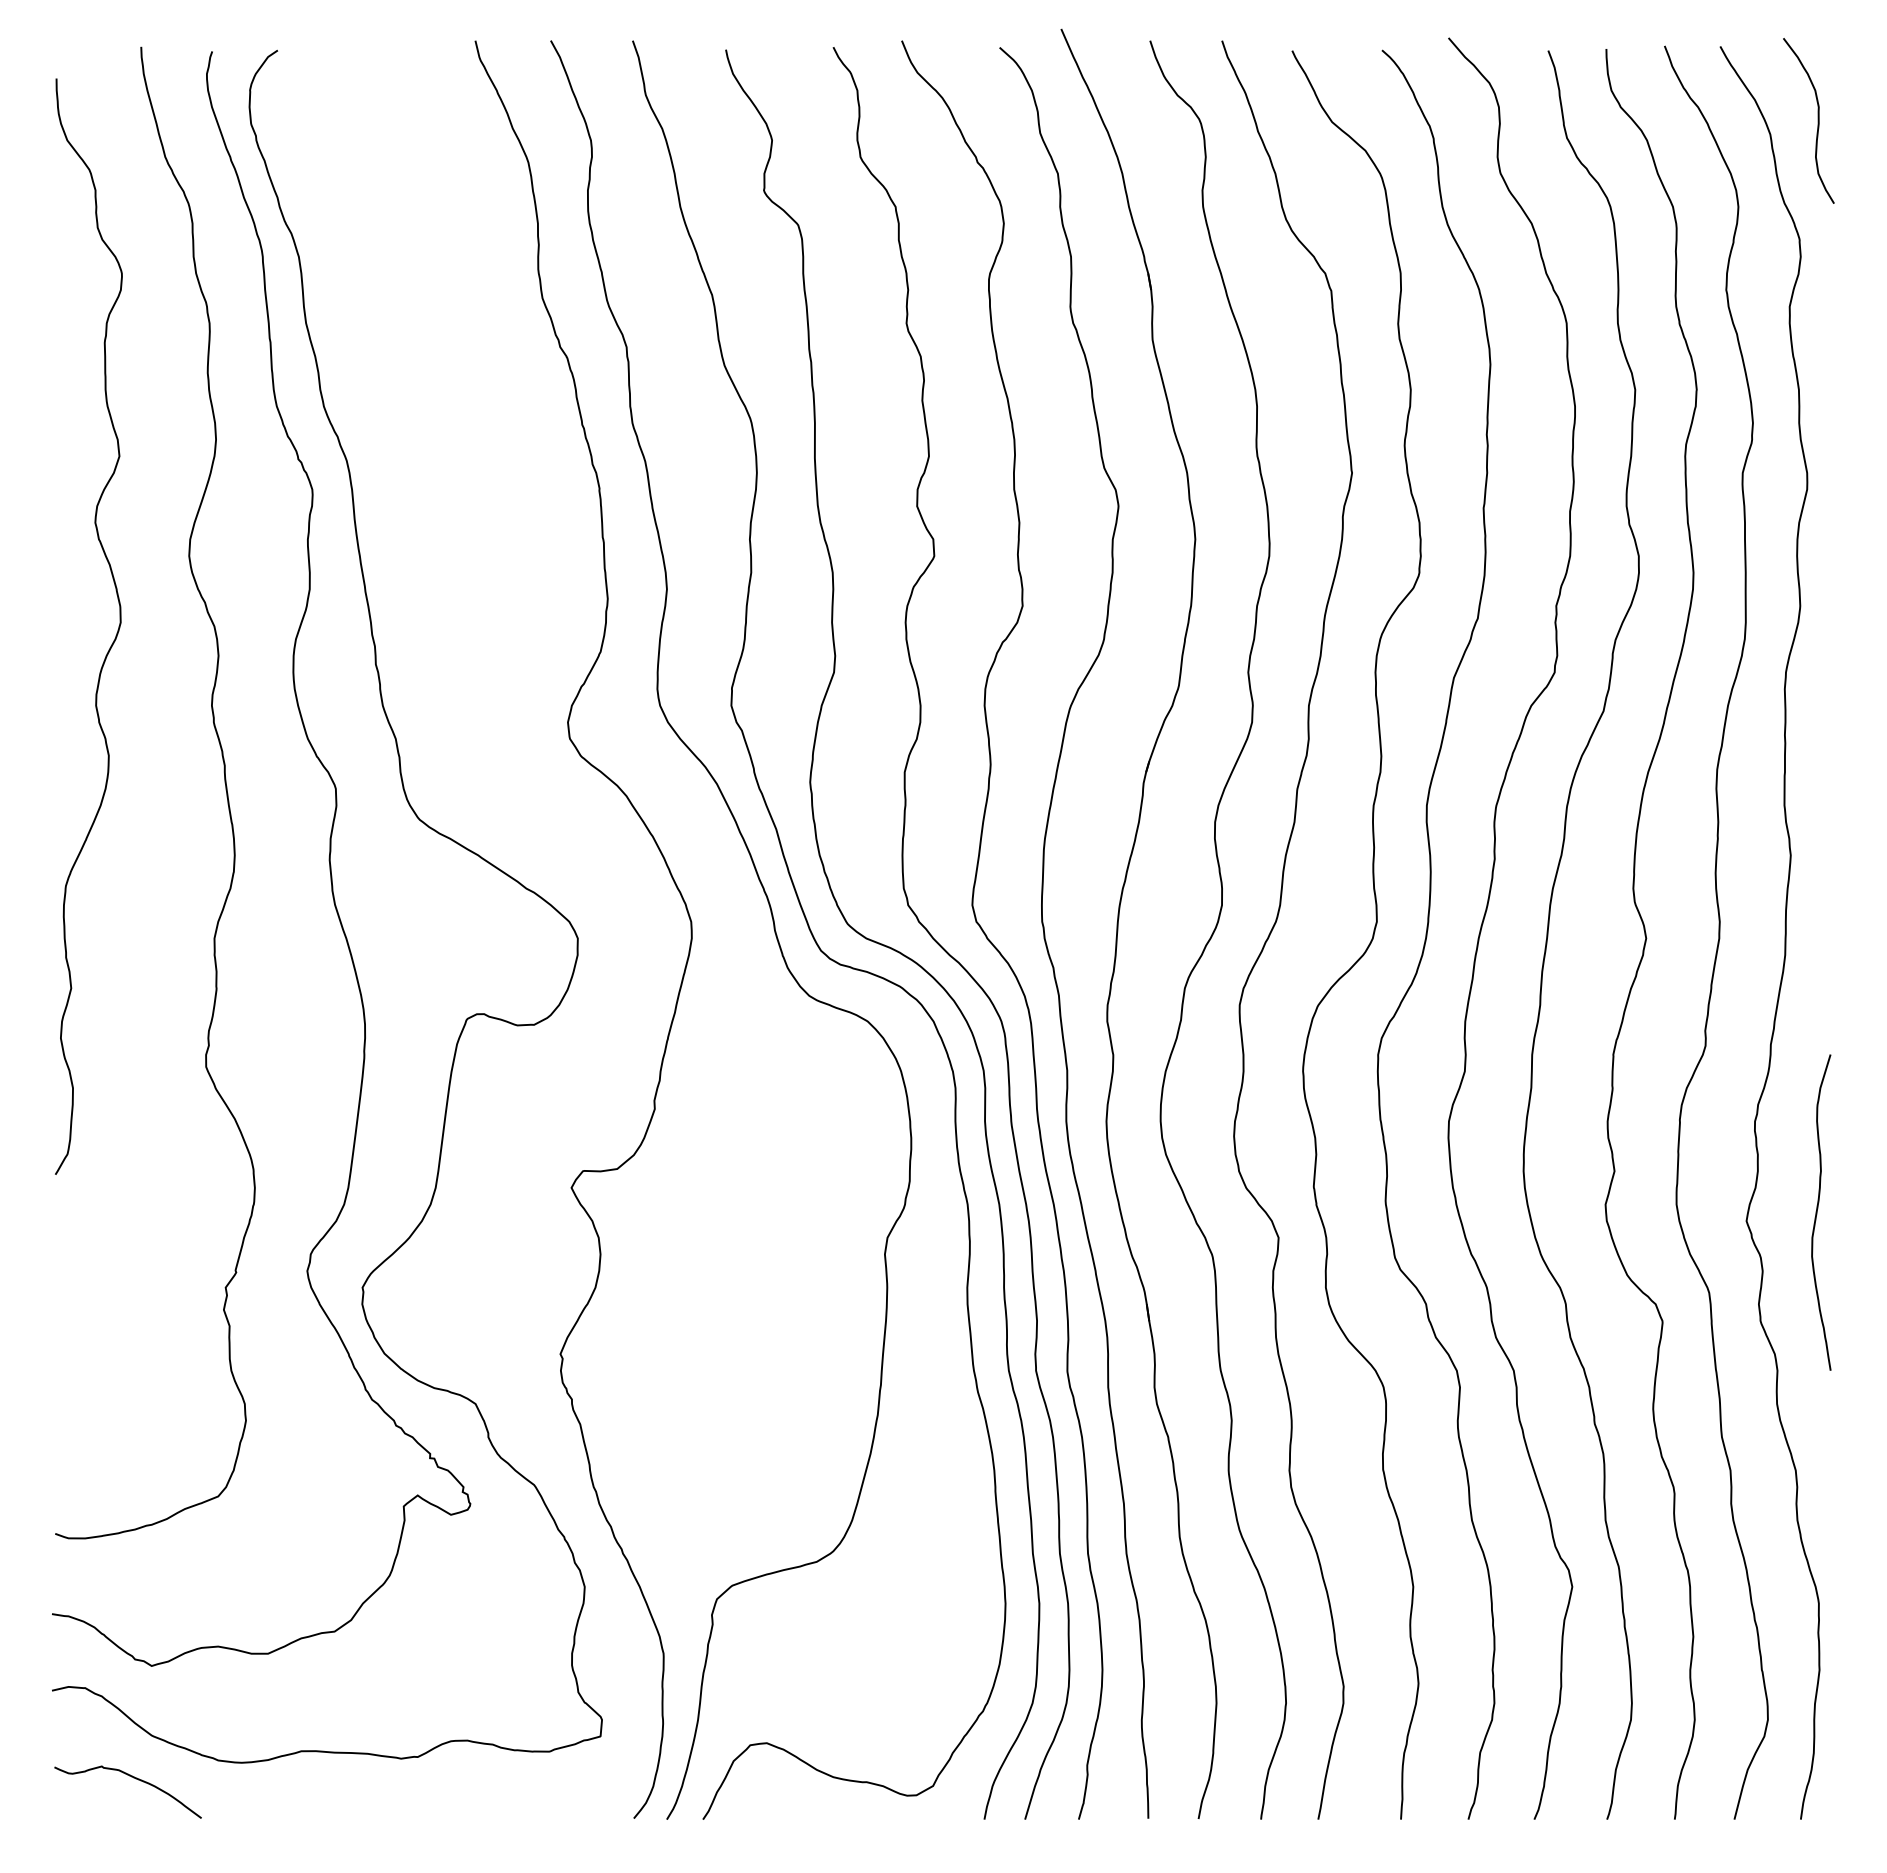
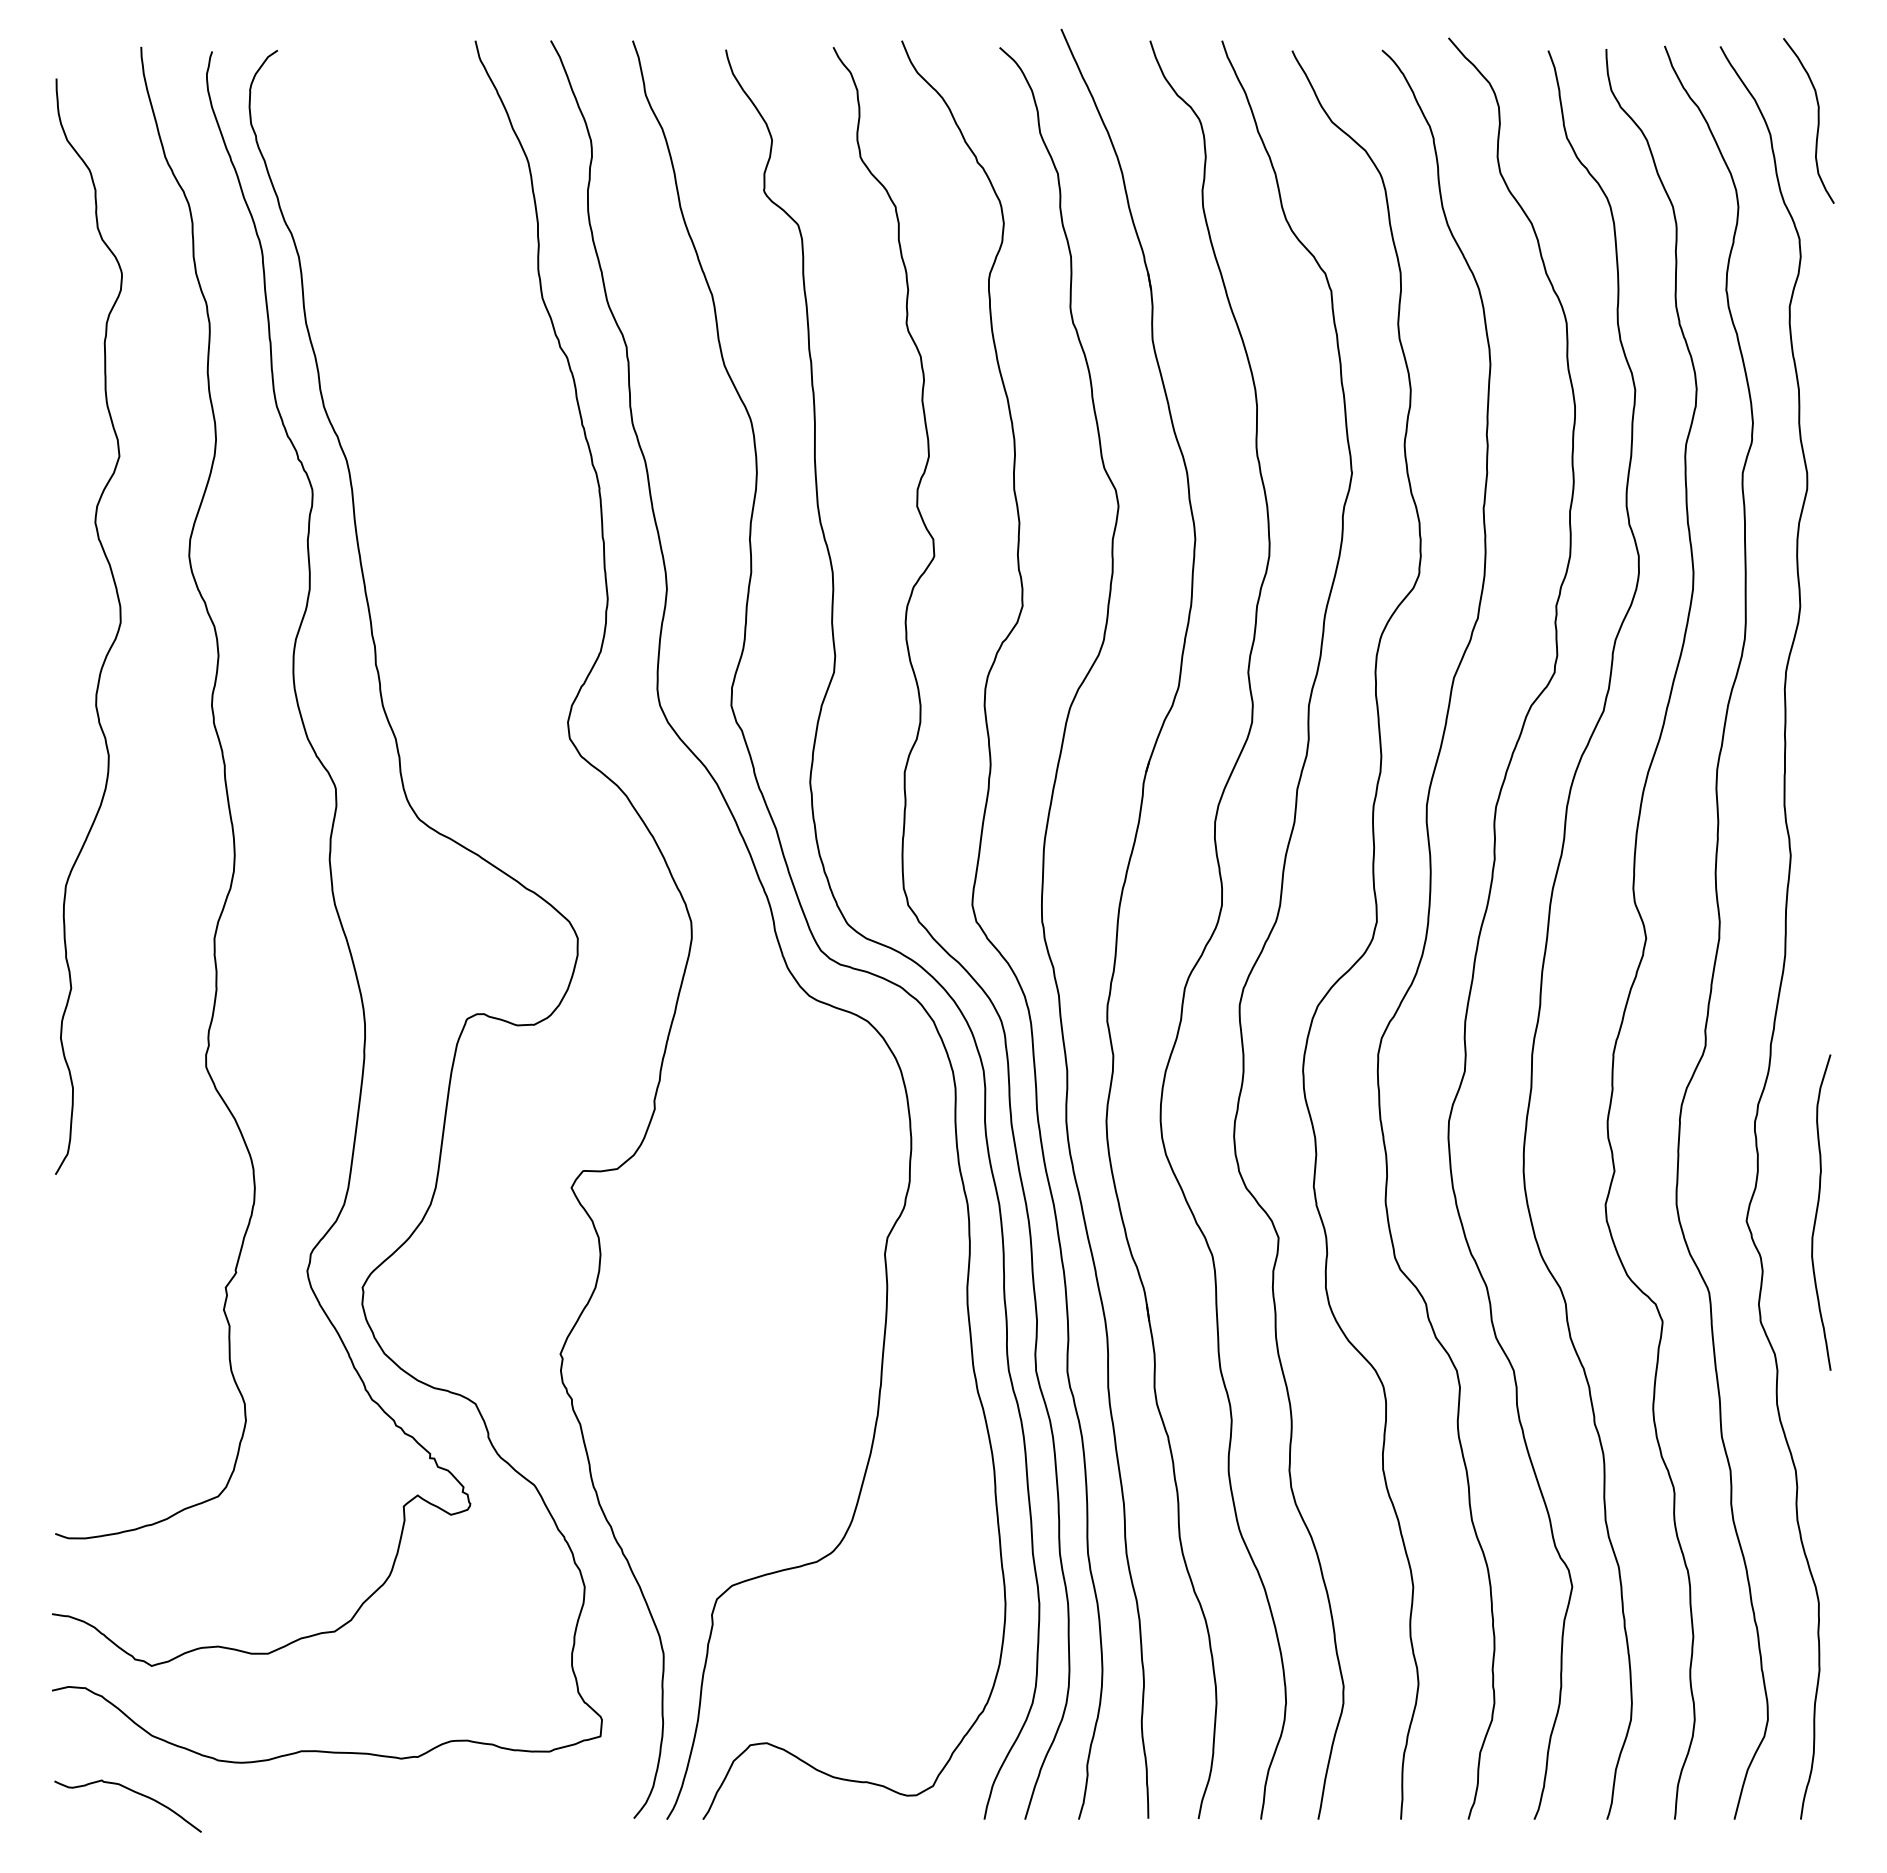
curve at (133, 1778) position: (133, 1778) -> (133, 1792)
